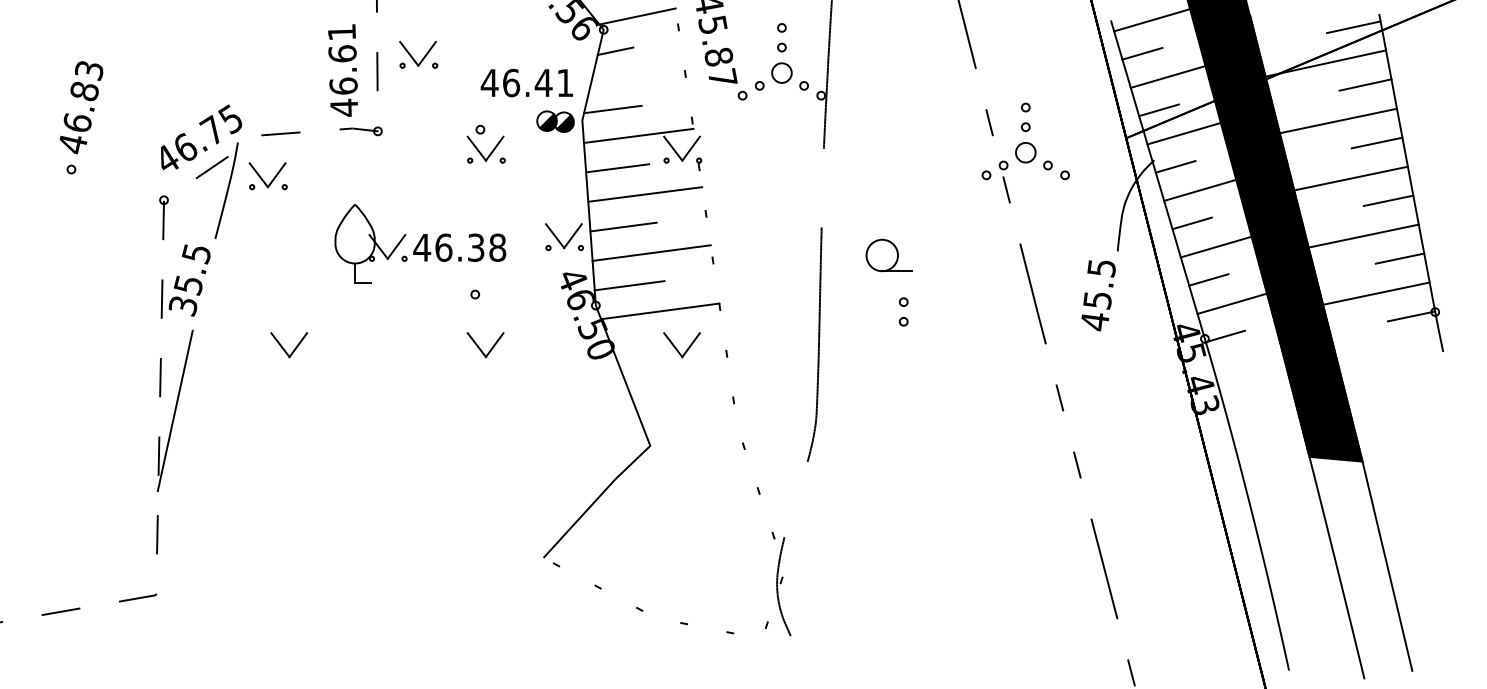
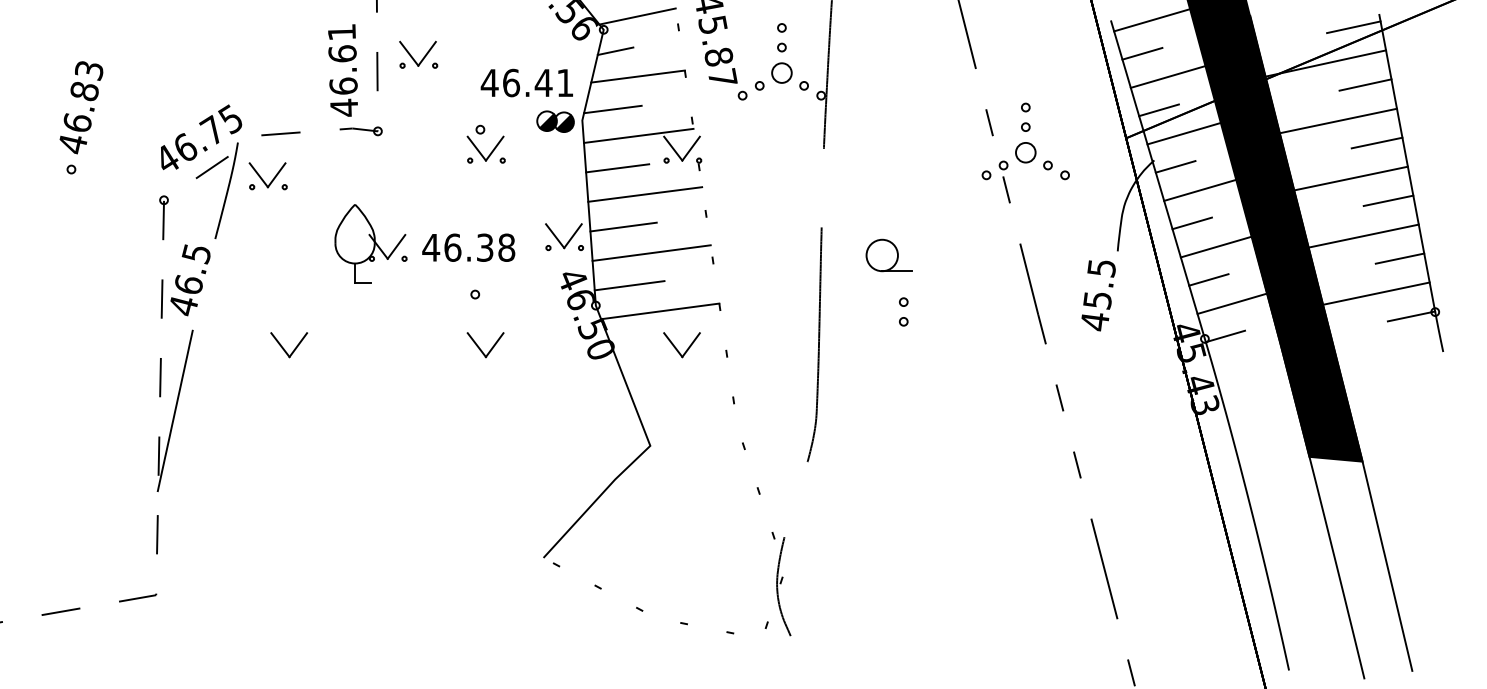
line at (637, 76): none -> present
text at (459, 247) position: (459, 247) -> (468, 247)
text at (185, 295): 35.5 -> 46.5
